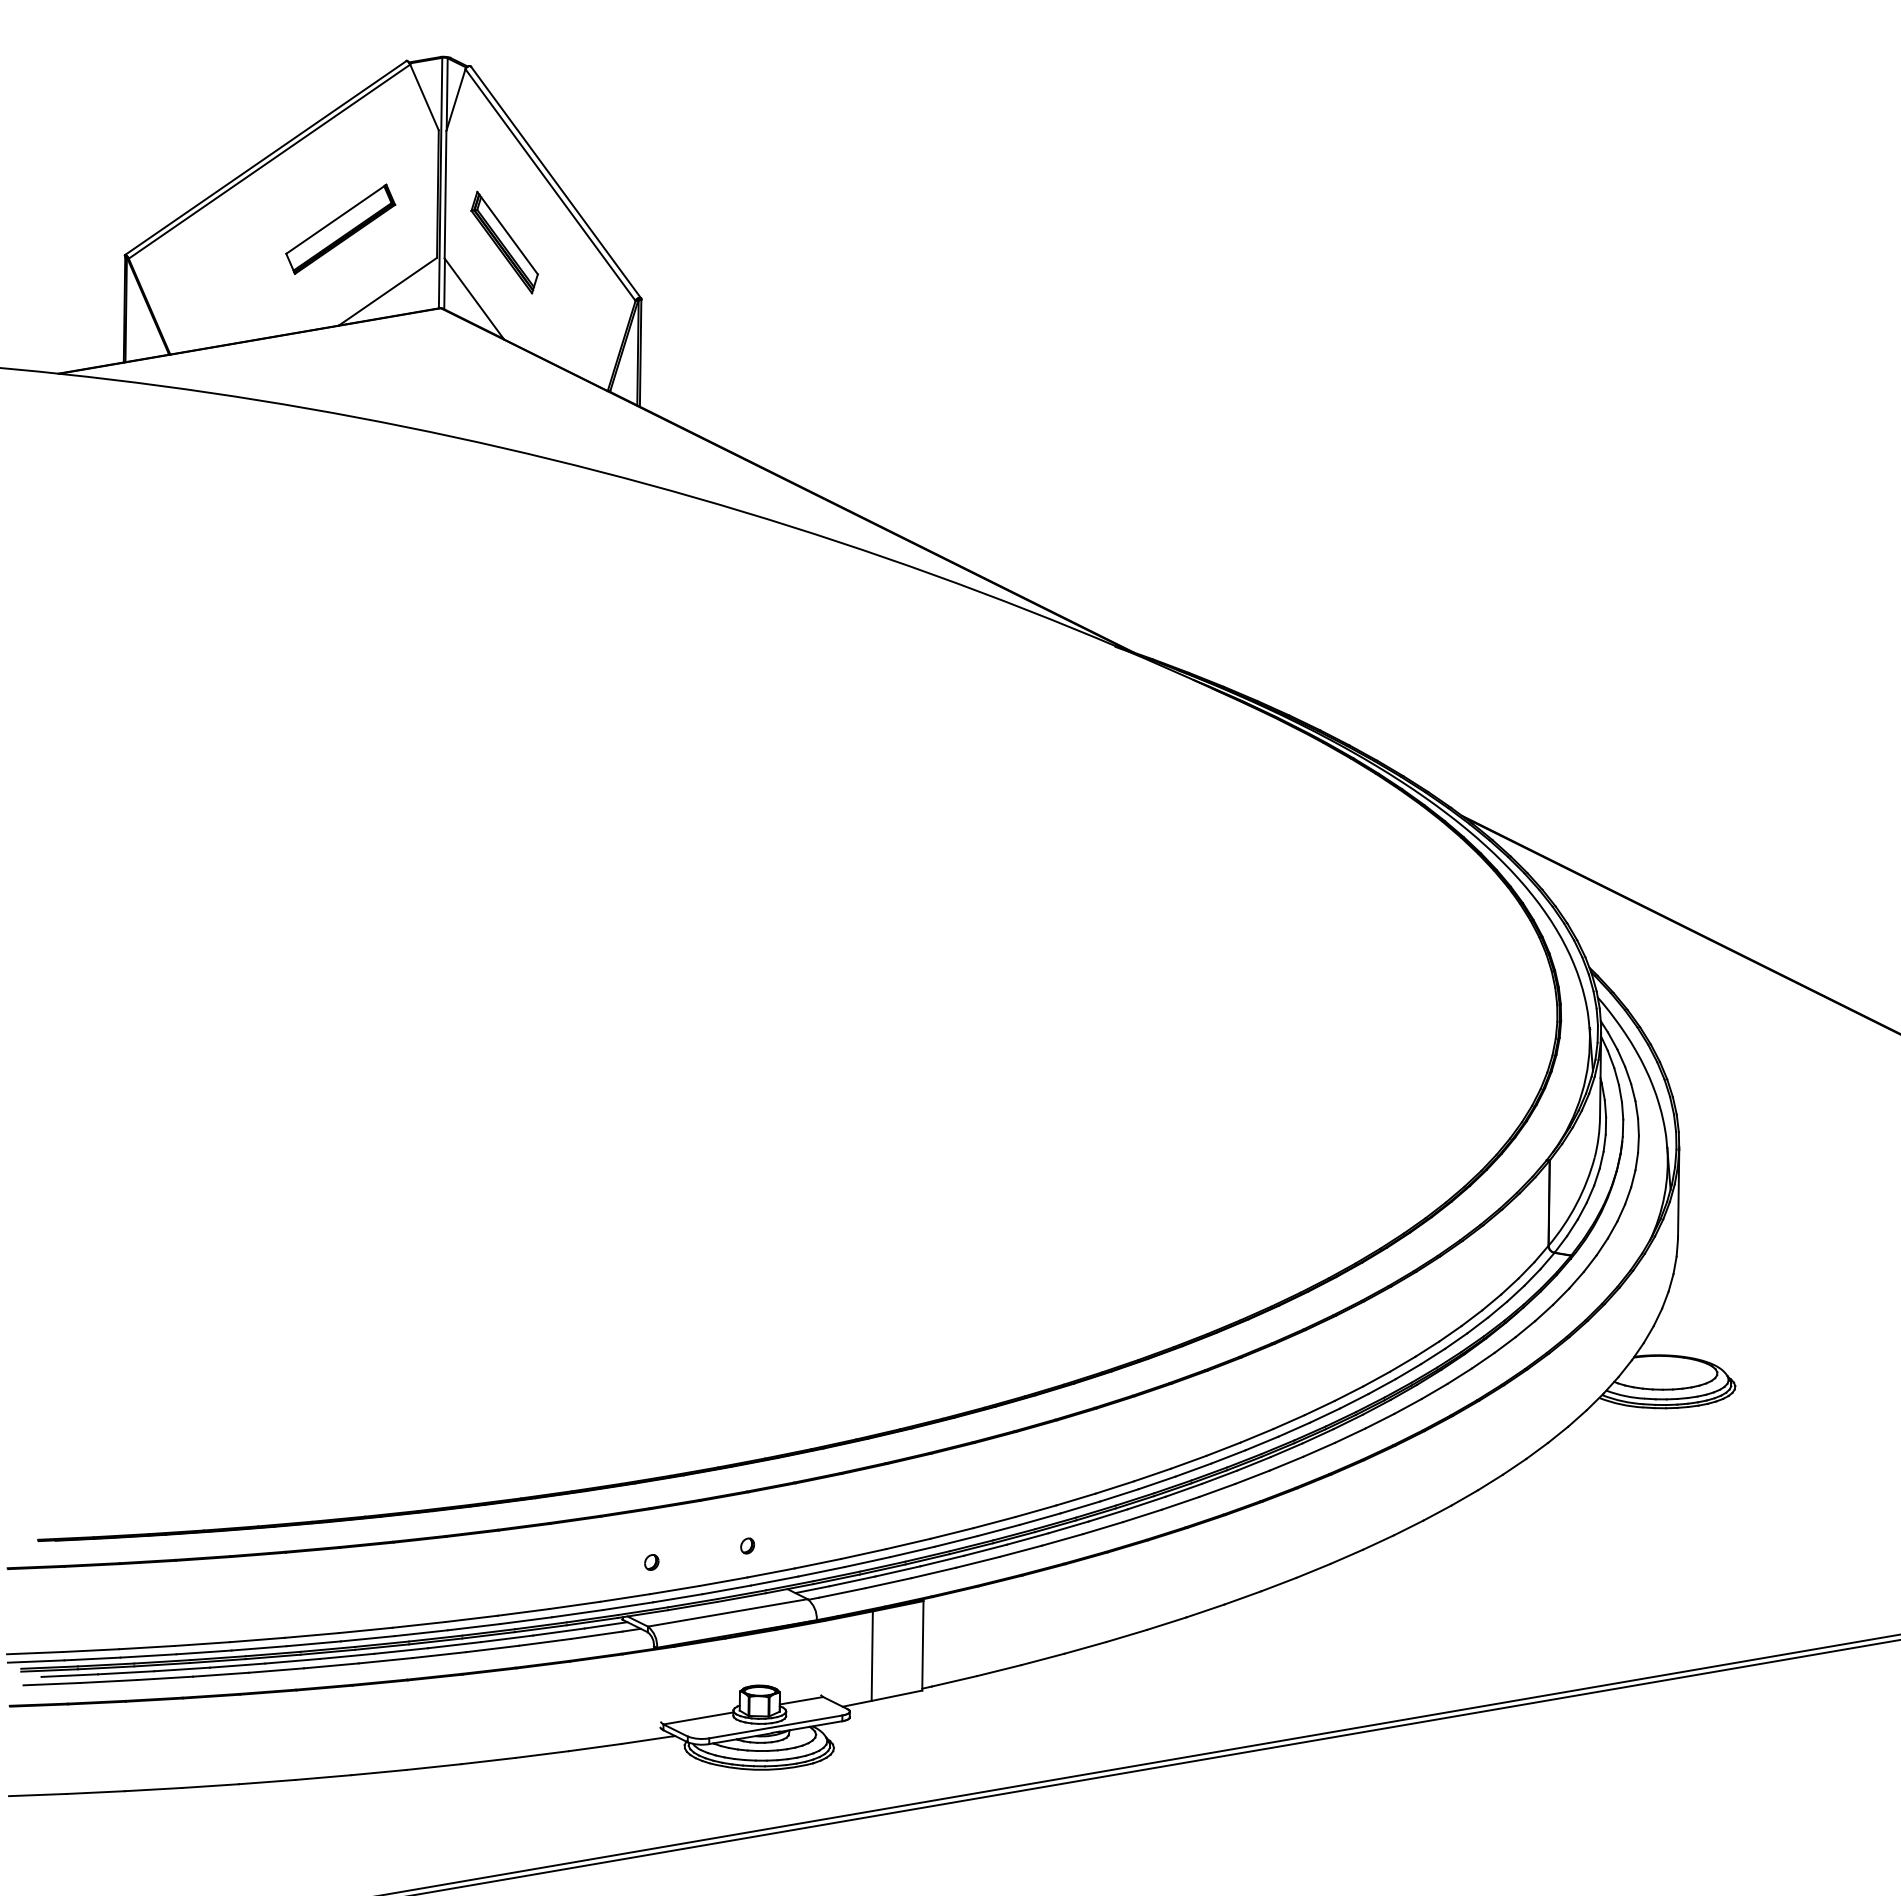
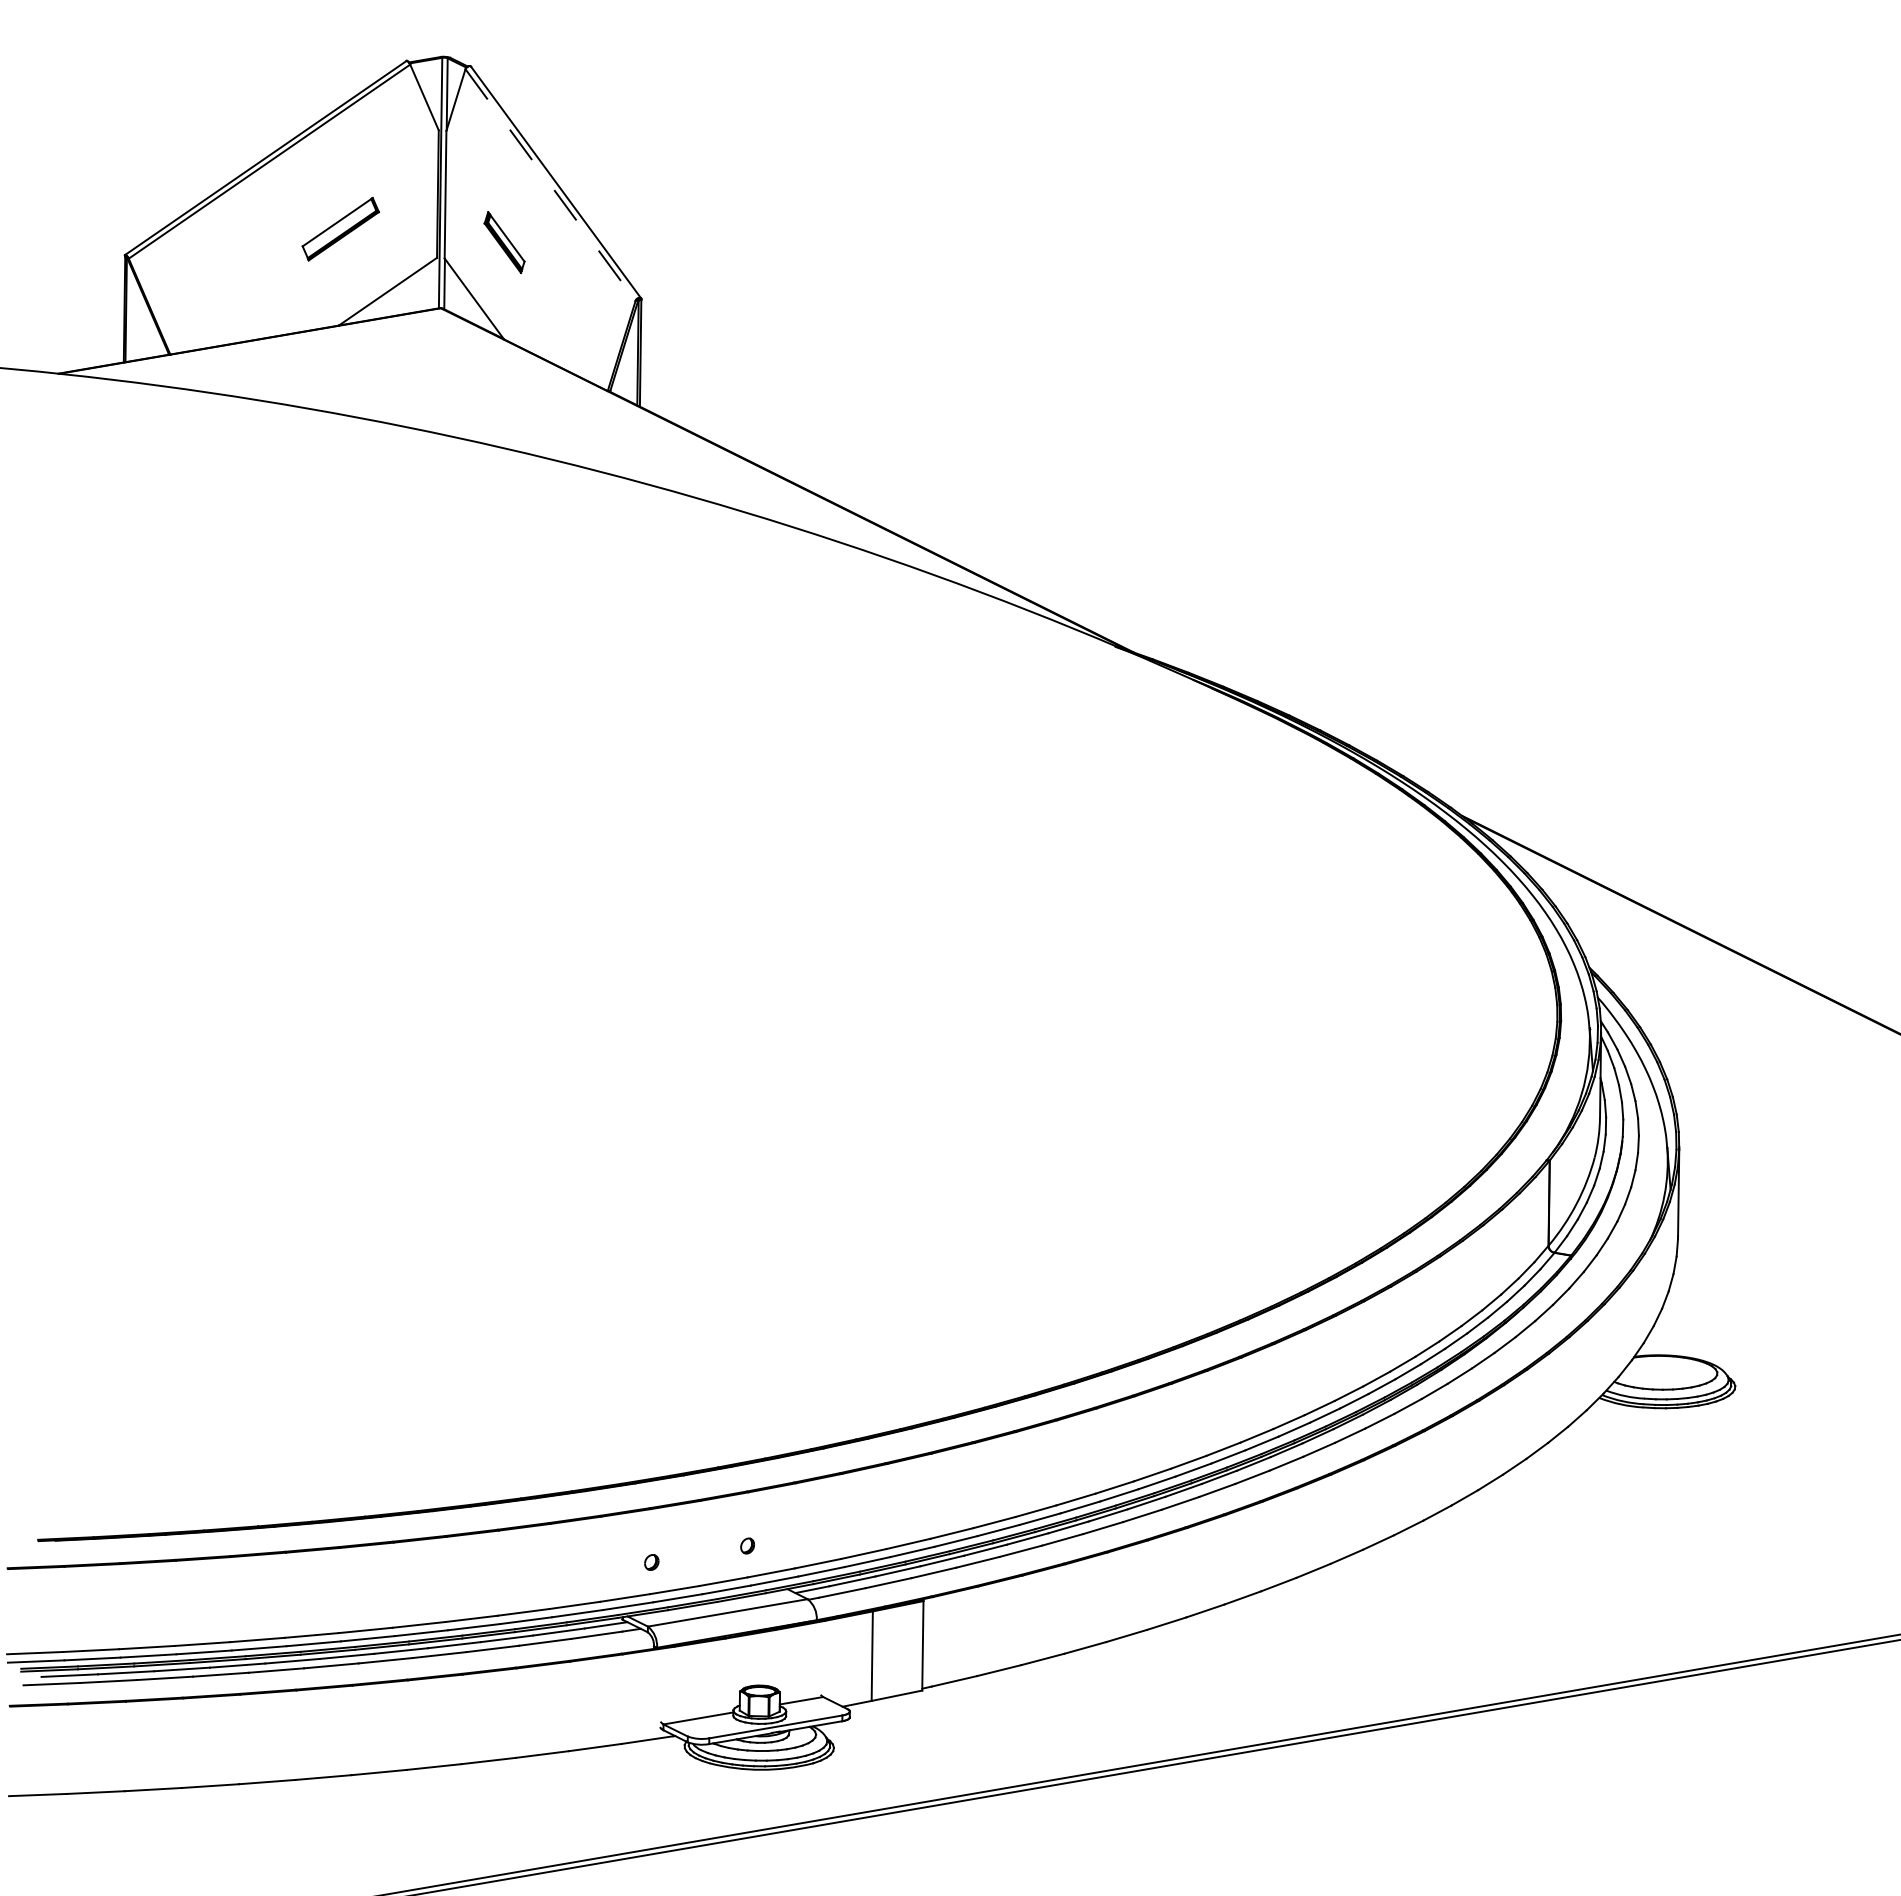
line at (550, 185): solid -> dashed
part at (340, 228) size: 112x92 px -> 79x65 px
part at (504, 242) size: 69x105 px -> 43x63 px
